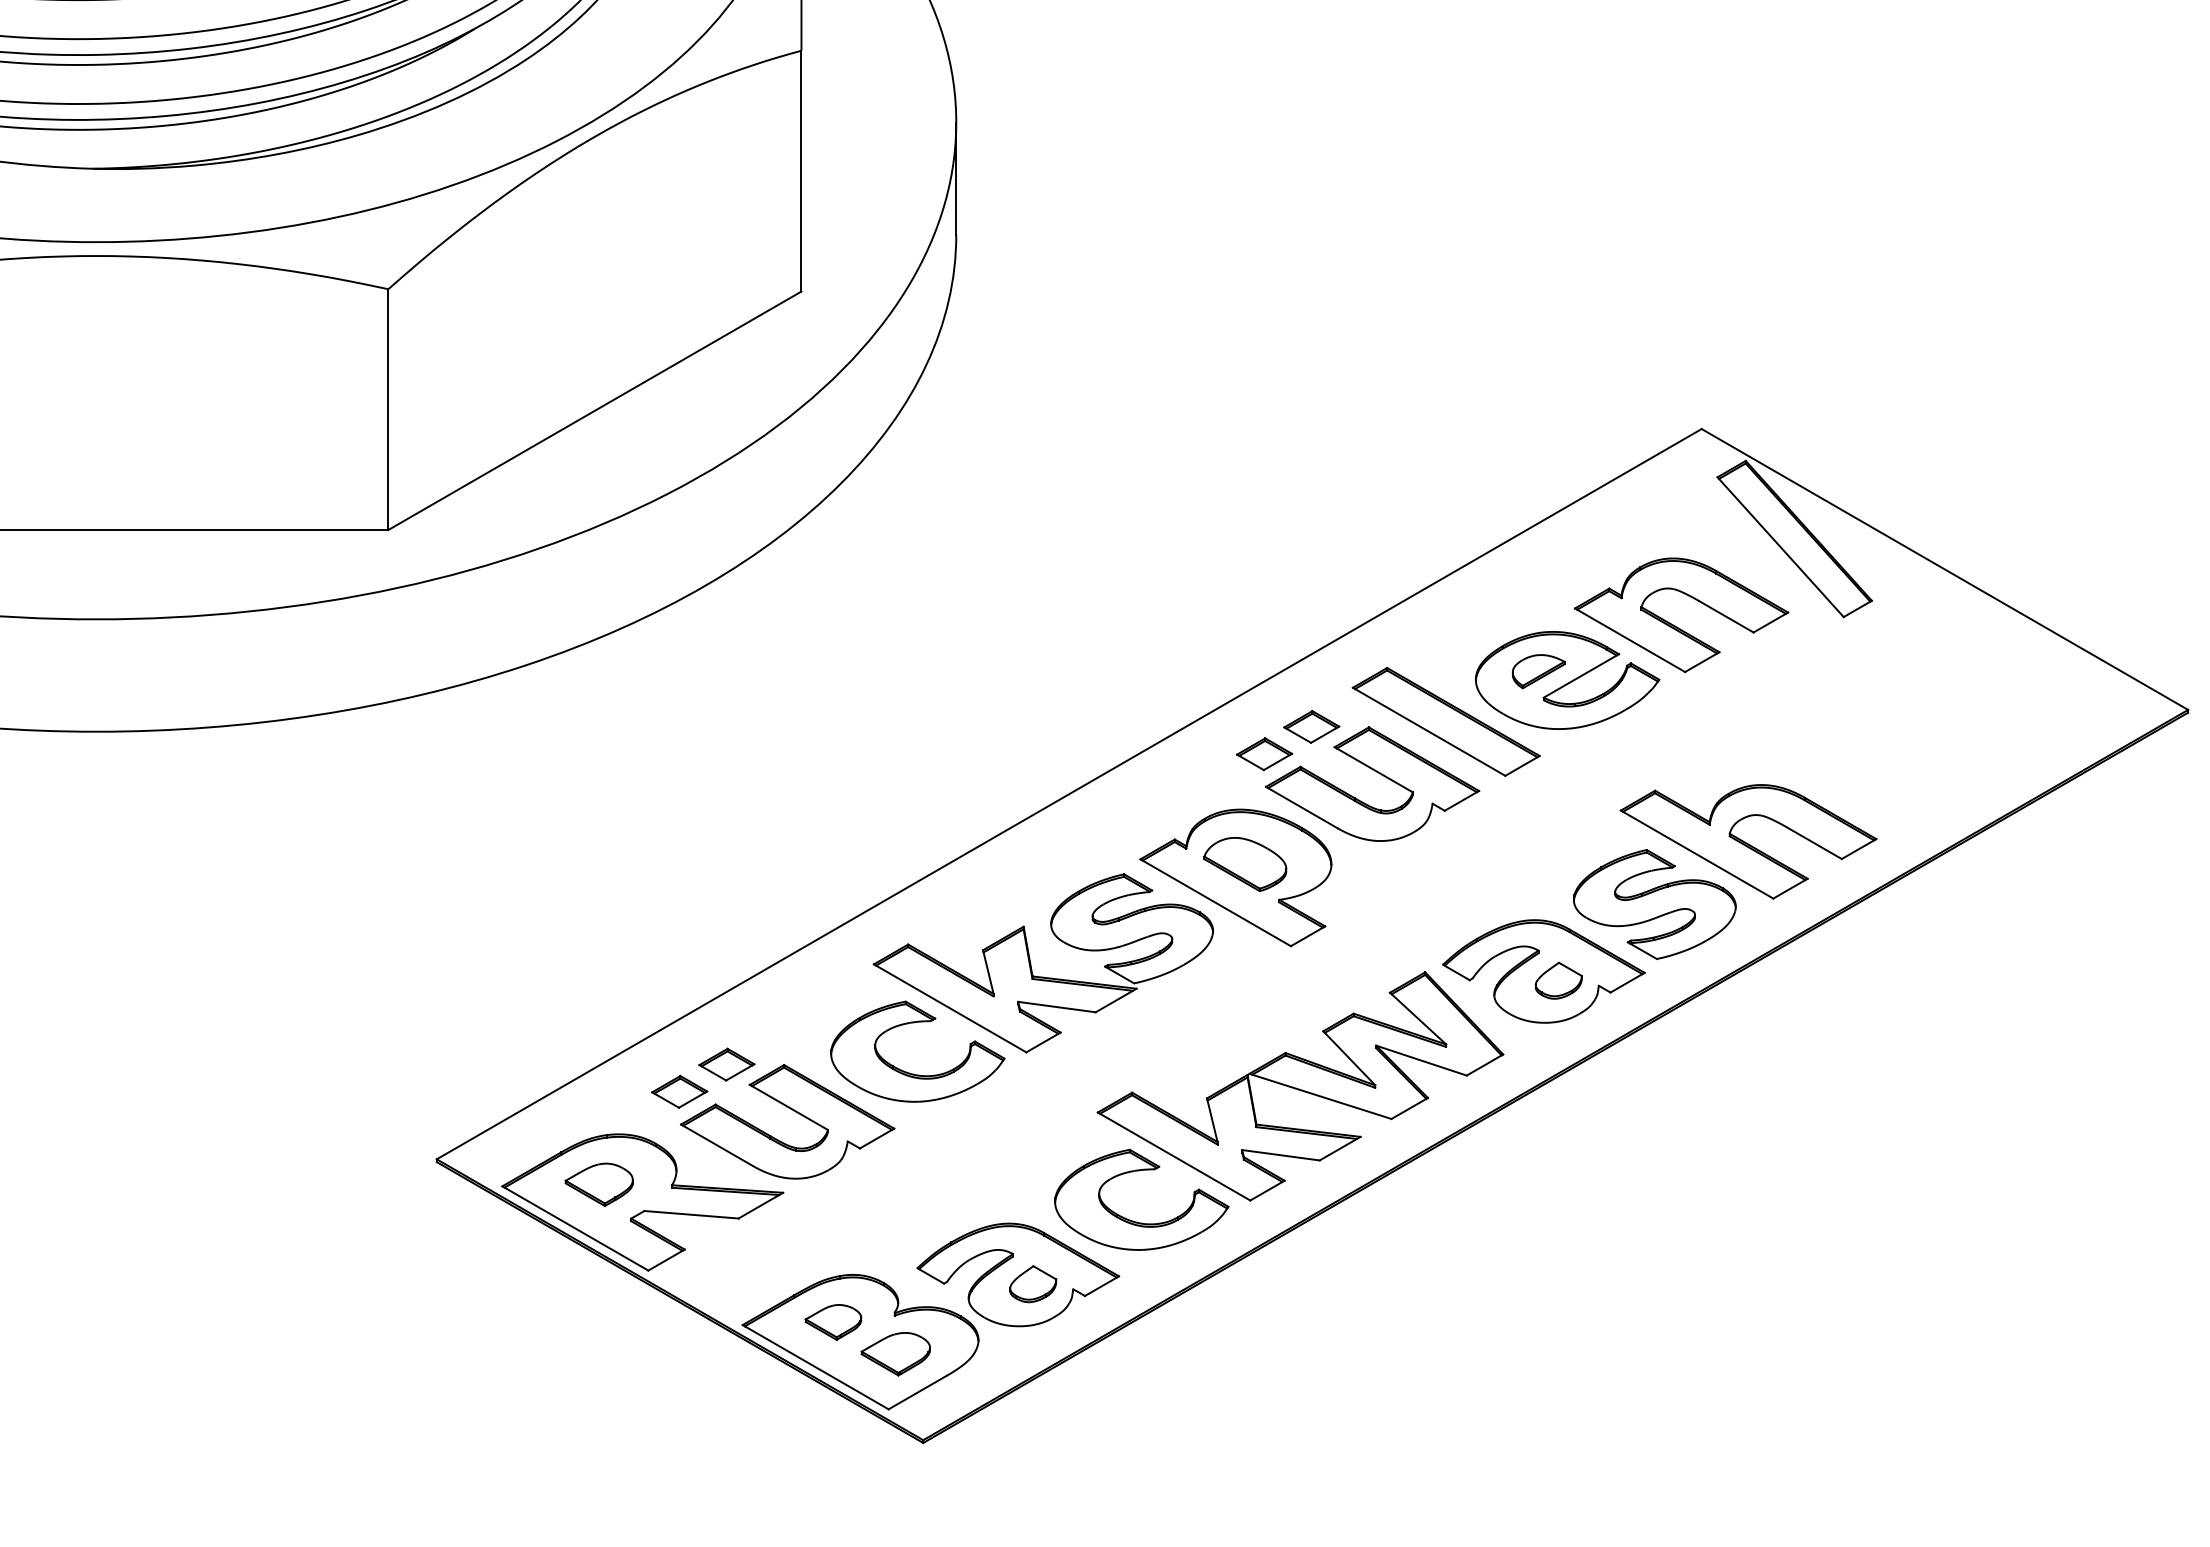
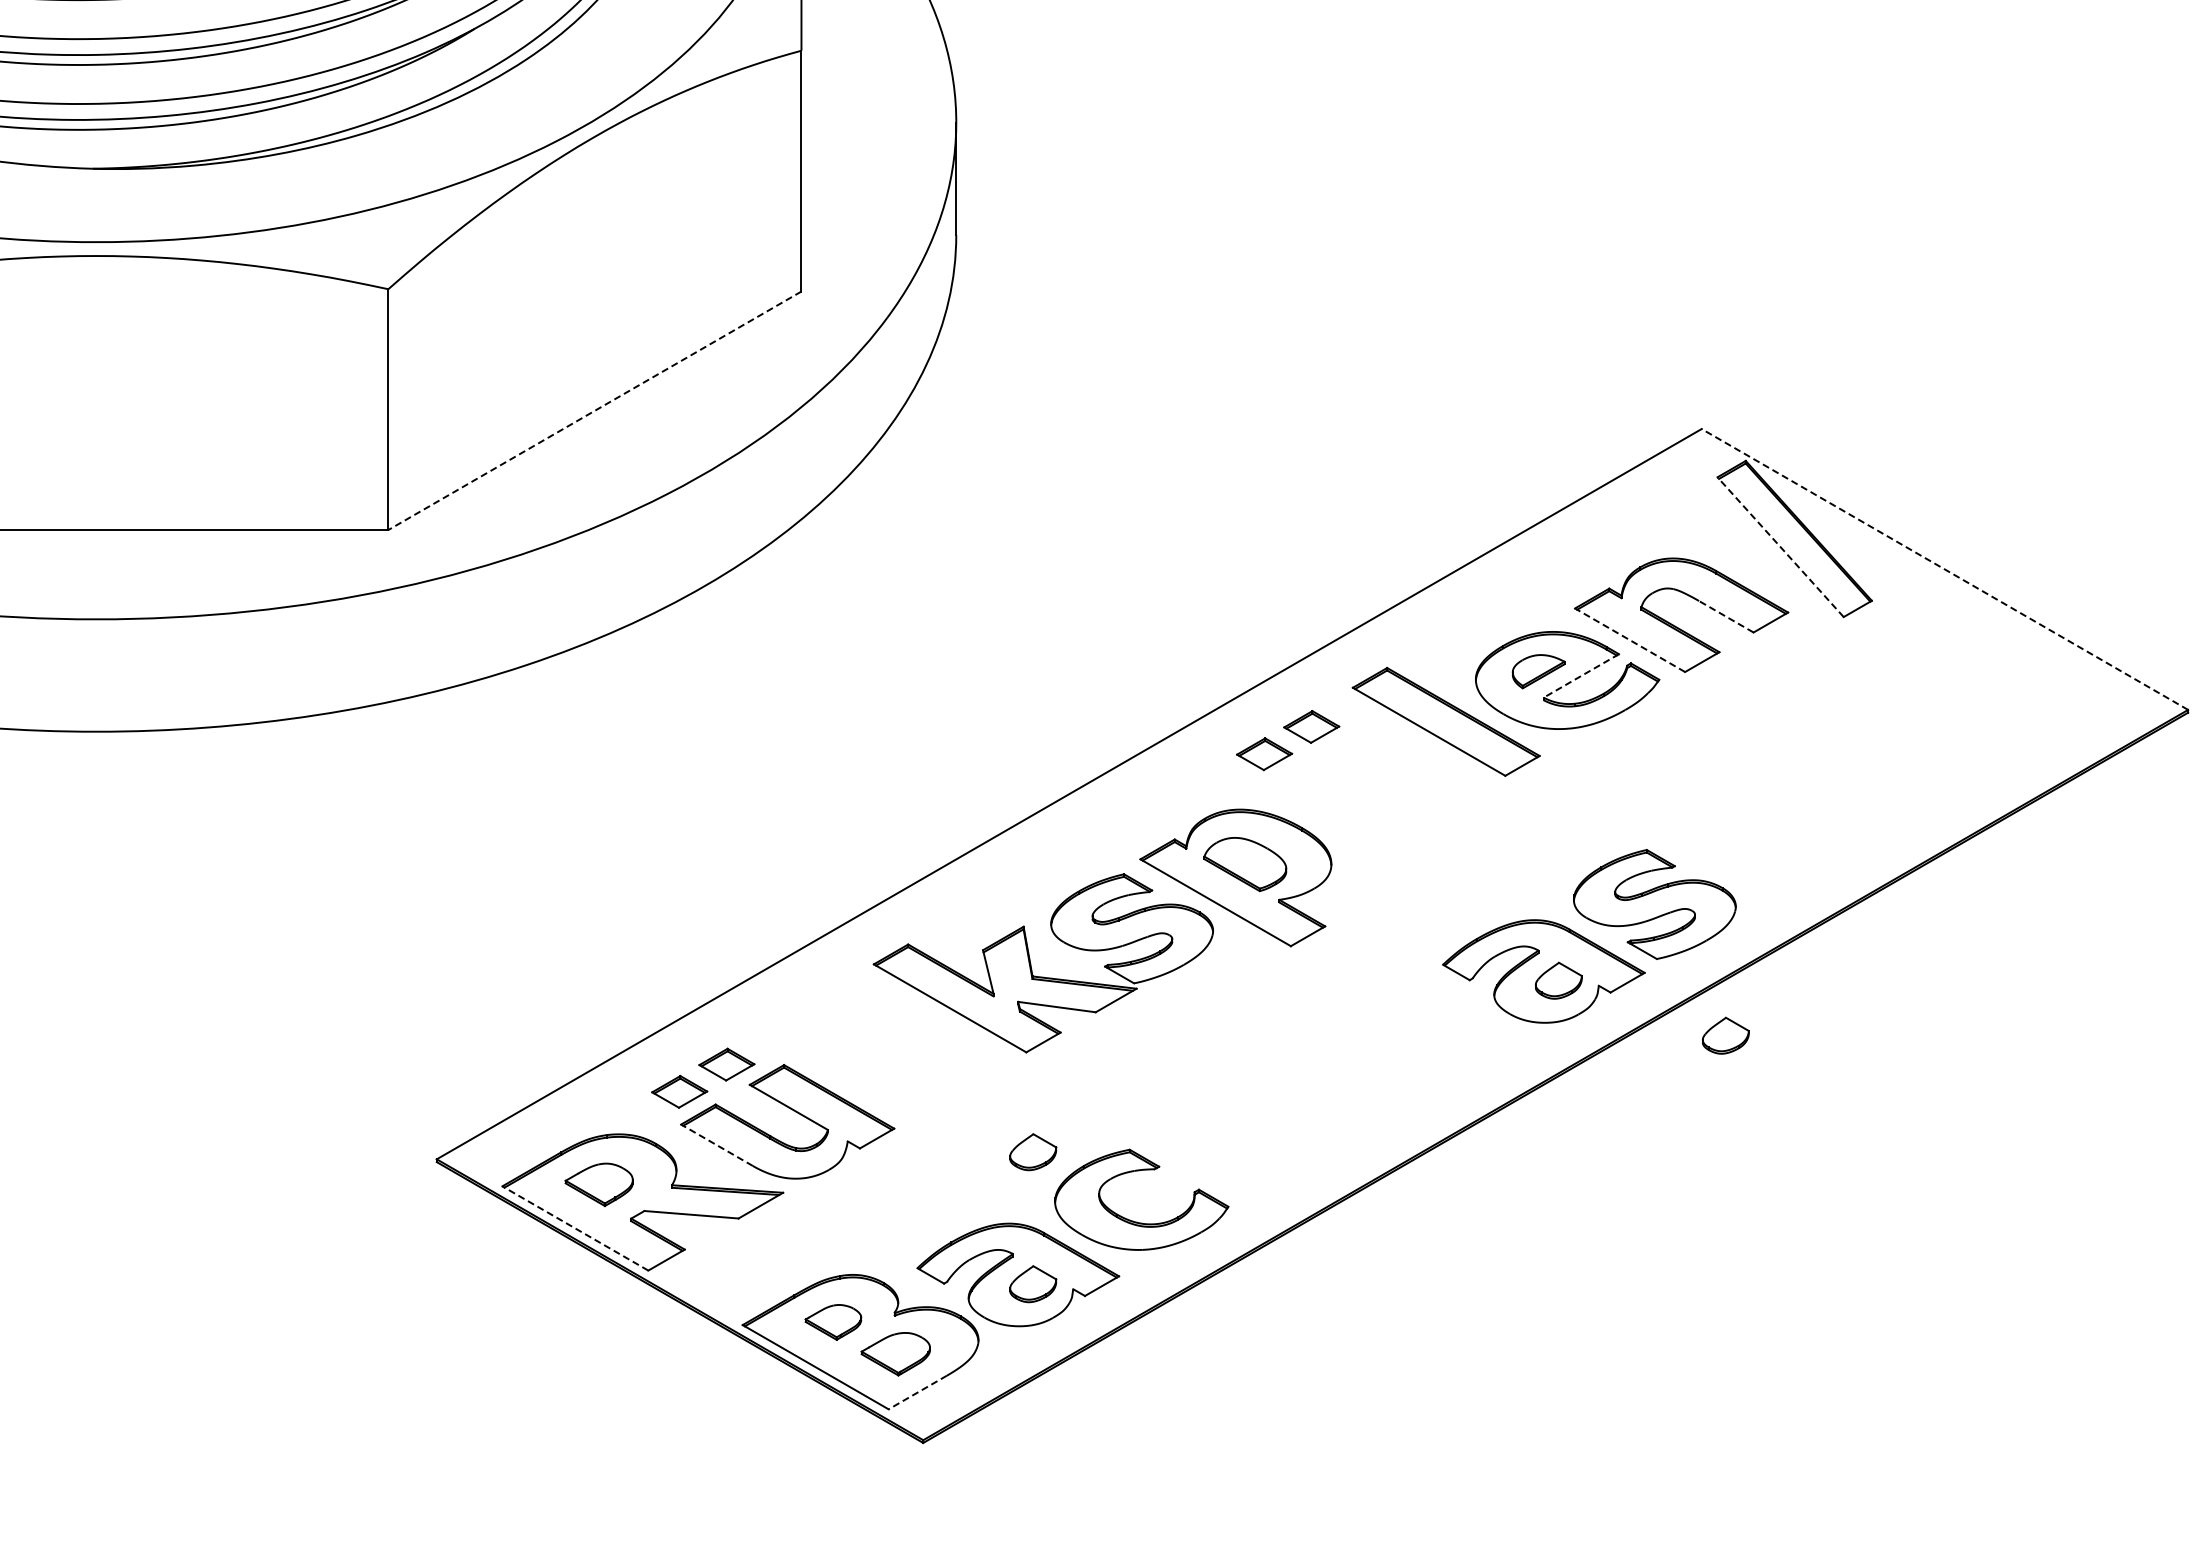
line at (594, 410): solid -> dashed
line at (1780, 546): solid -> dashed
line at (1944, 569): solid -> dashed
line at (1725, 616): solid -> dashed
line at (1630, 640): solid -> dashed
line at (1580, 676): solid -> dashed
part at (1379, 774): present -> none
part at (1748, 841): present -> none
part at (1725, 1035): none -> present
part at (913, 1073): present -> none
part at (1300, 1086): present -> none
line at (716, 1144): solid -> dashed
part at (1033, 1152): none -> present
line at (574, 1228): solid -> dashed
line at (917, 1392): solid -> dashed
